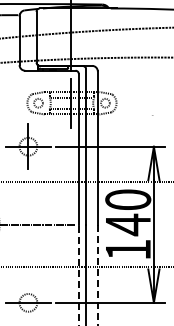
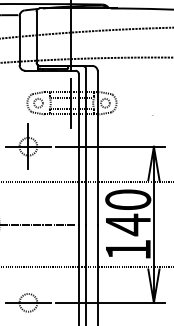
line at (78, 274): dashed -> solid
line at (97, 275): dashed -> solid
